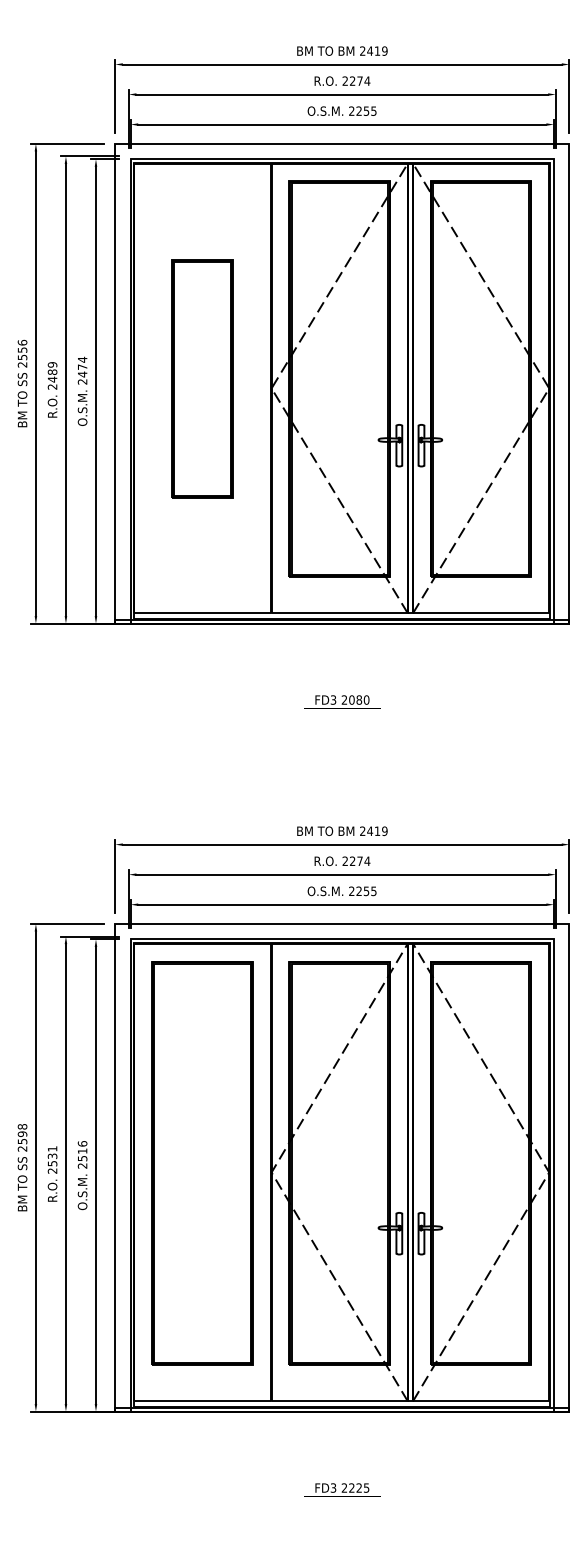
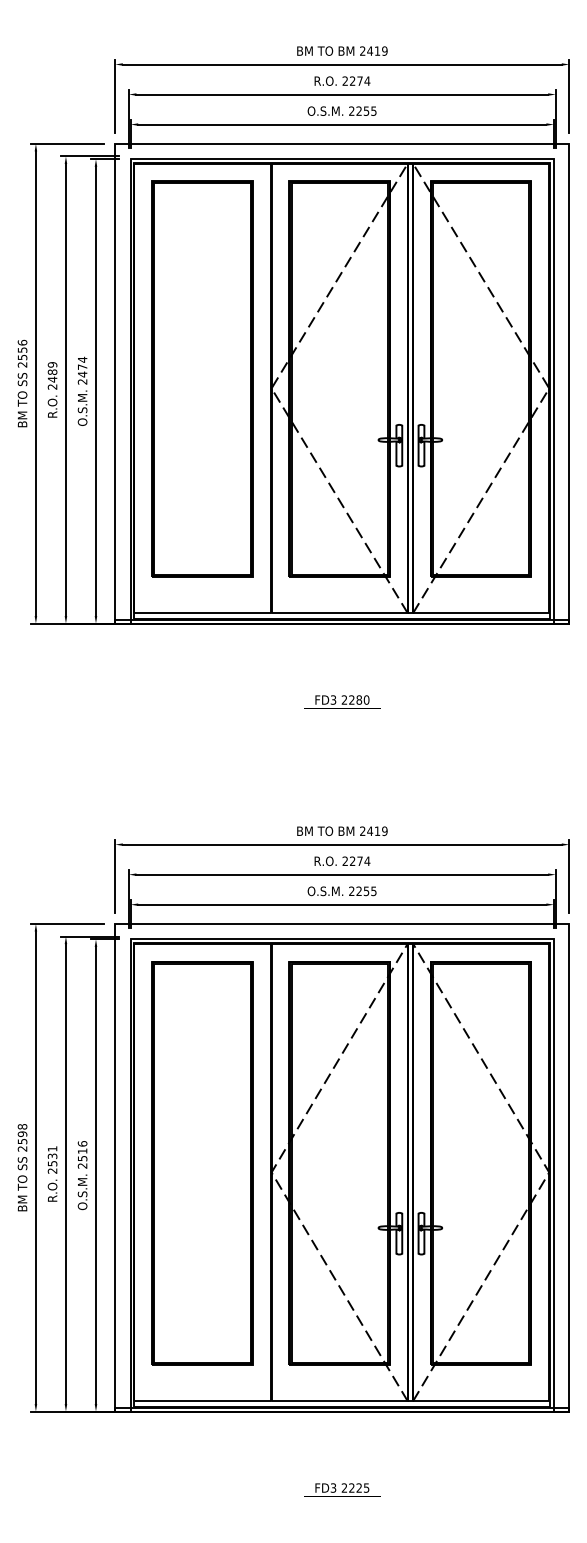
part at (202, 378) size: 63x240 px -> 103x398 px
text at (351, 699): 2080 -> 2280
